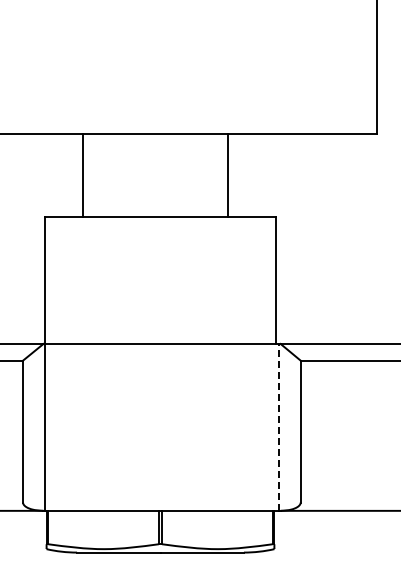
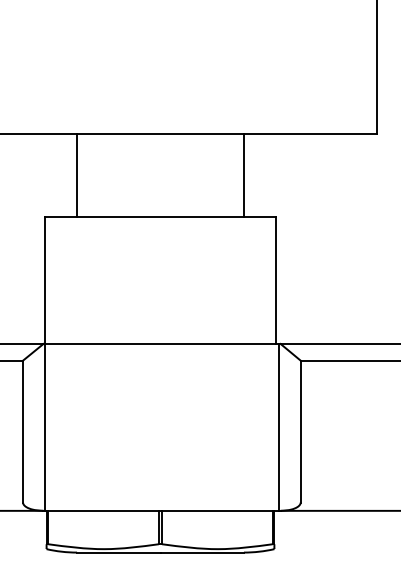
line at (83, 175) position: (83, 175) -> (77, 175)
line at (227, 175) position: (227, 175) -> (243, 175)
line at (278, 426): dashed -> solid
